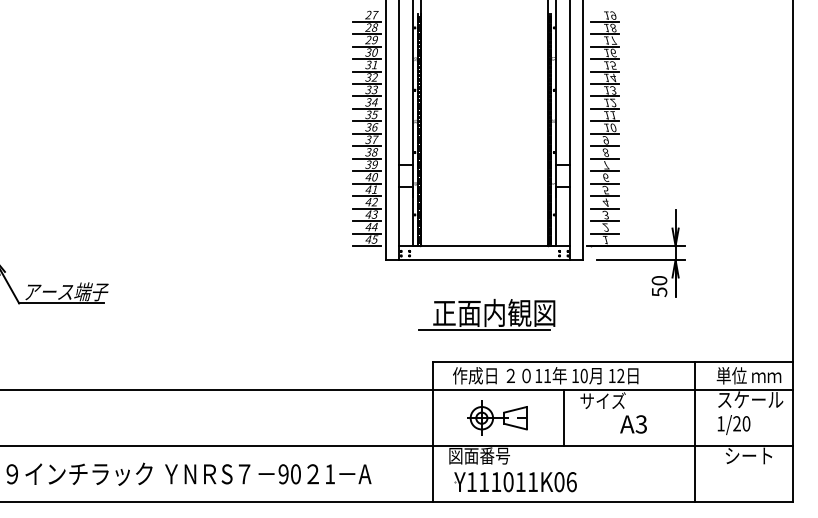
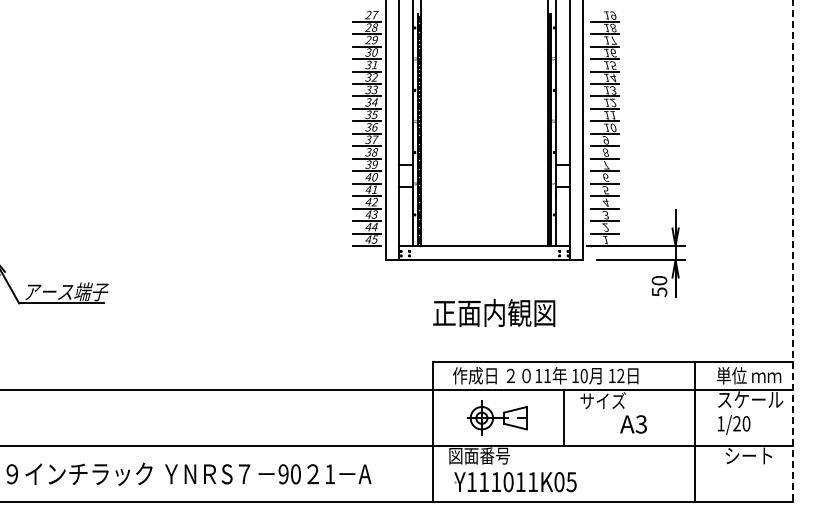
line at (793, 251): solid -> dashed
line at (484, 330): present -> none
text at (571, 482): Y111011K06 -> Y111011K05
